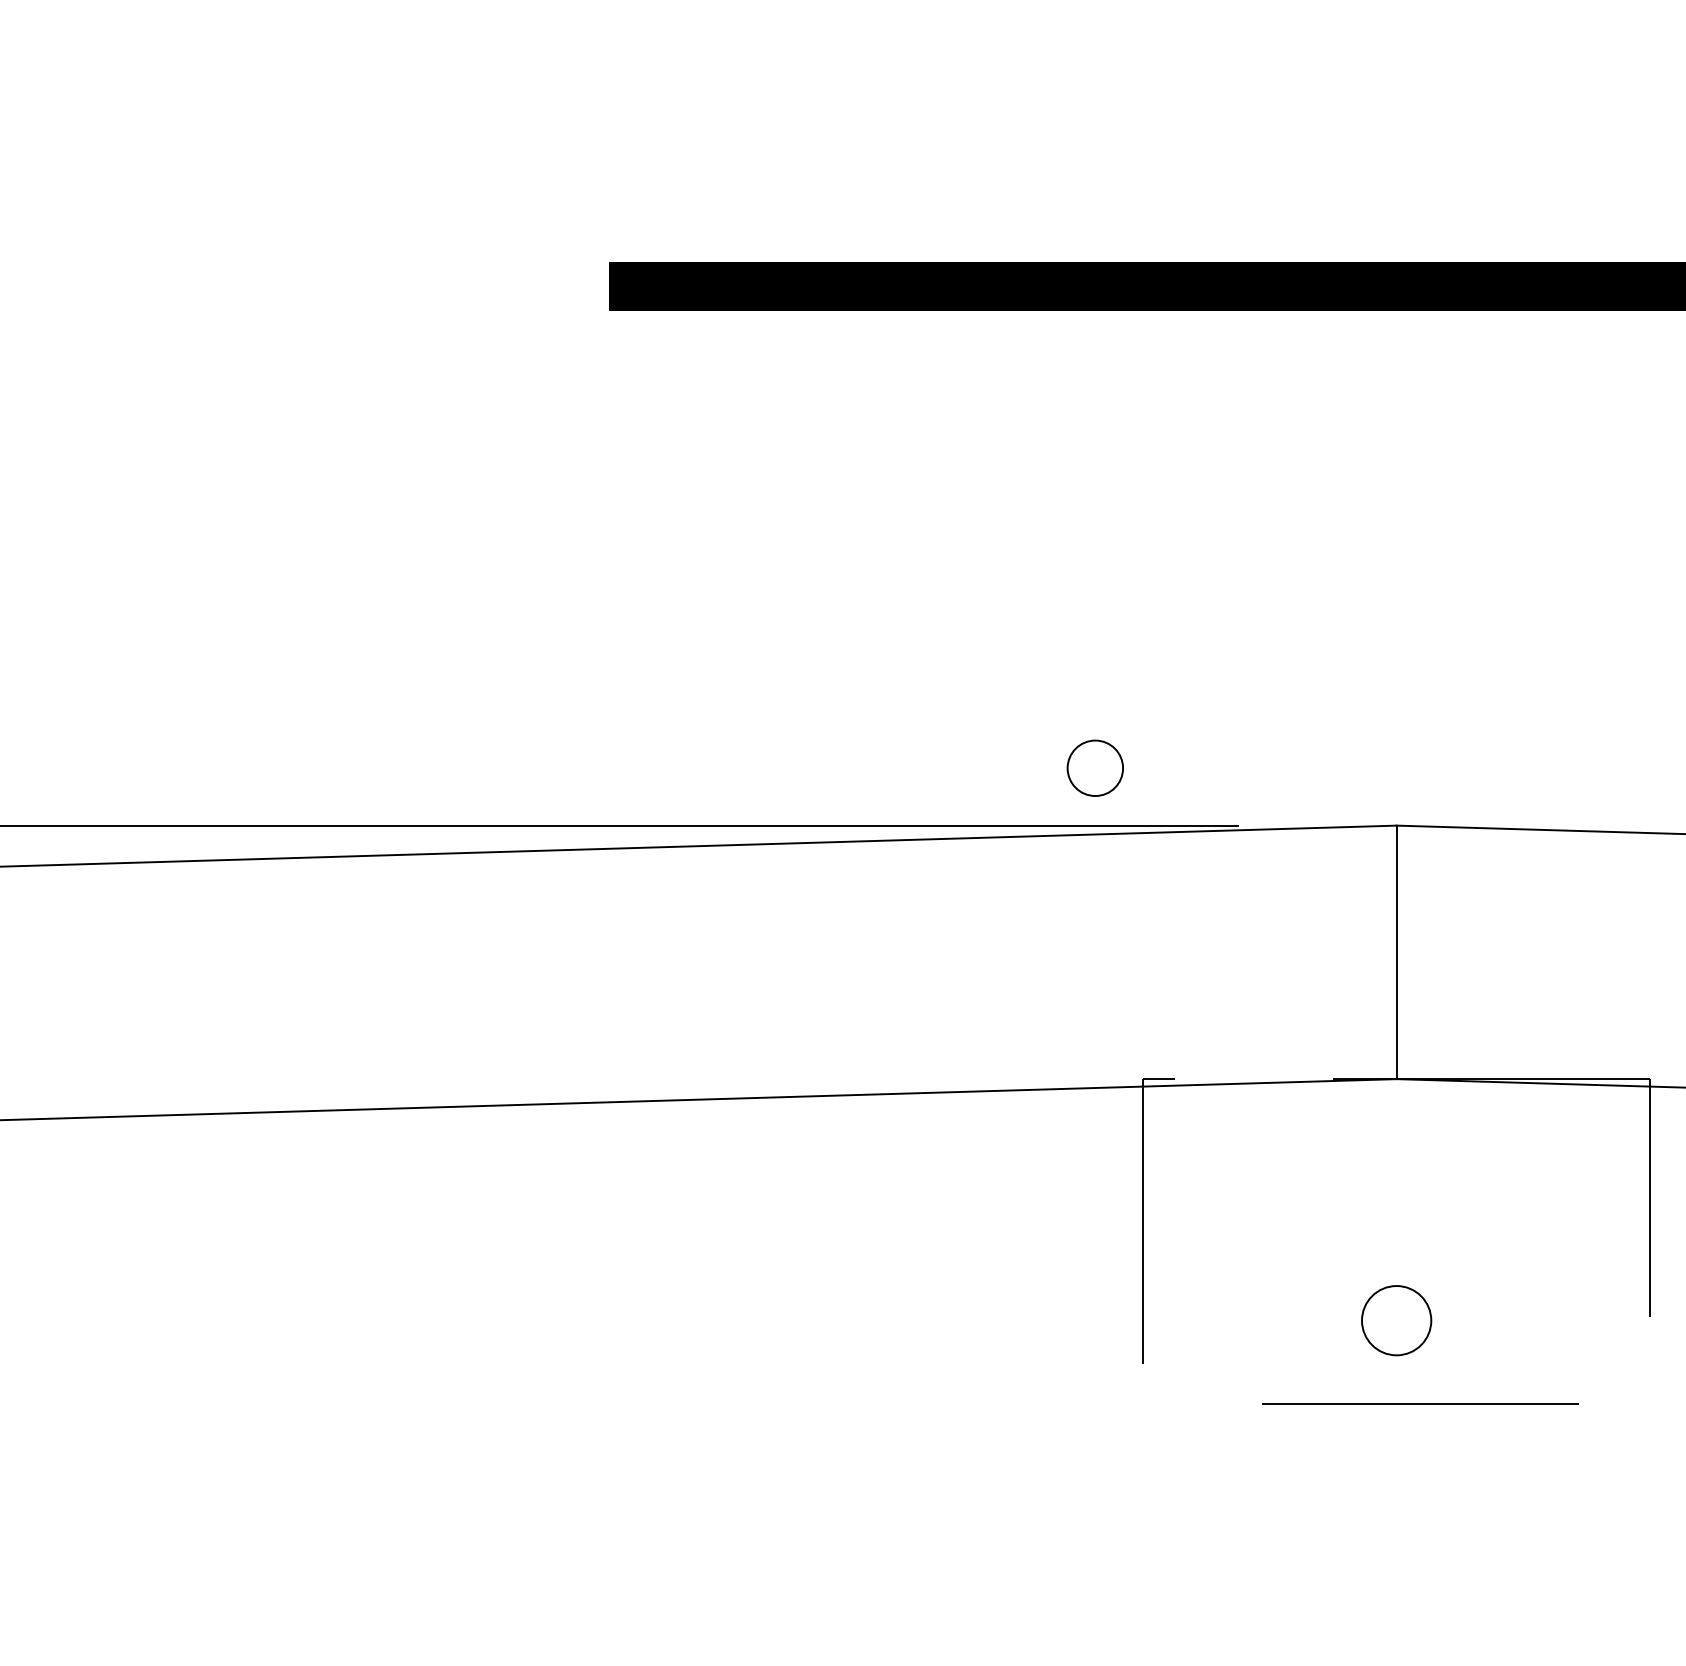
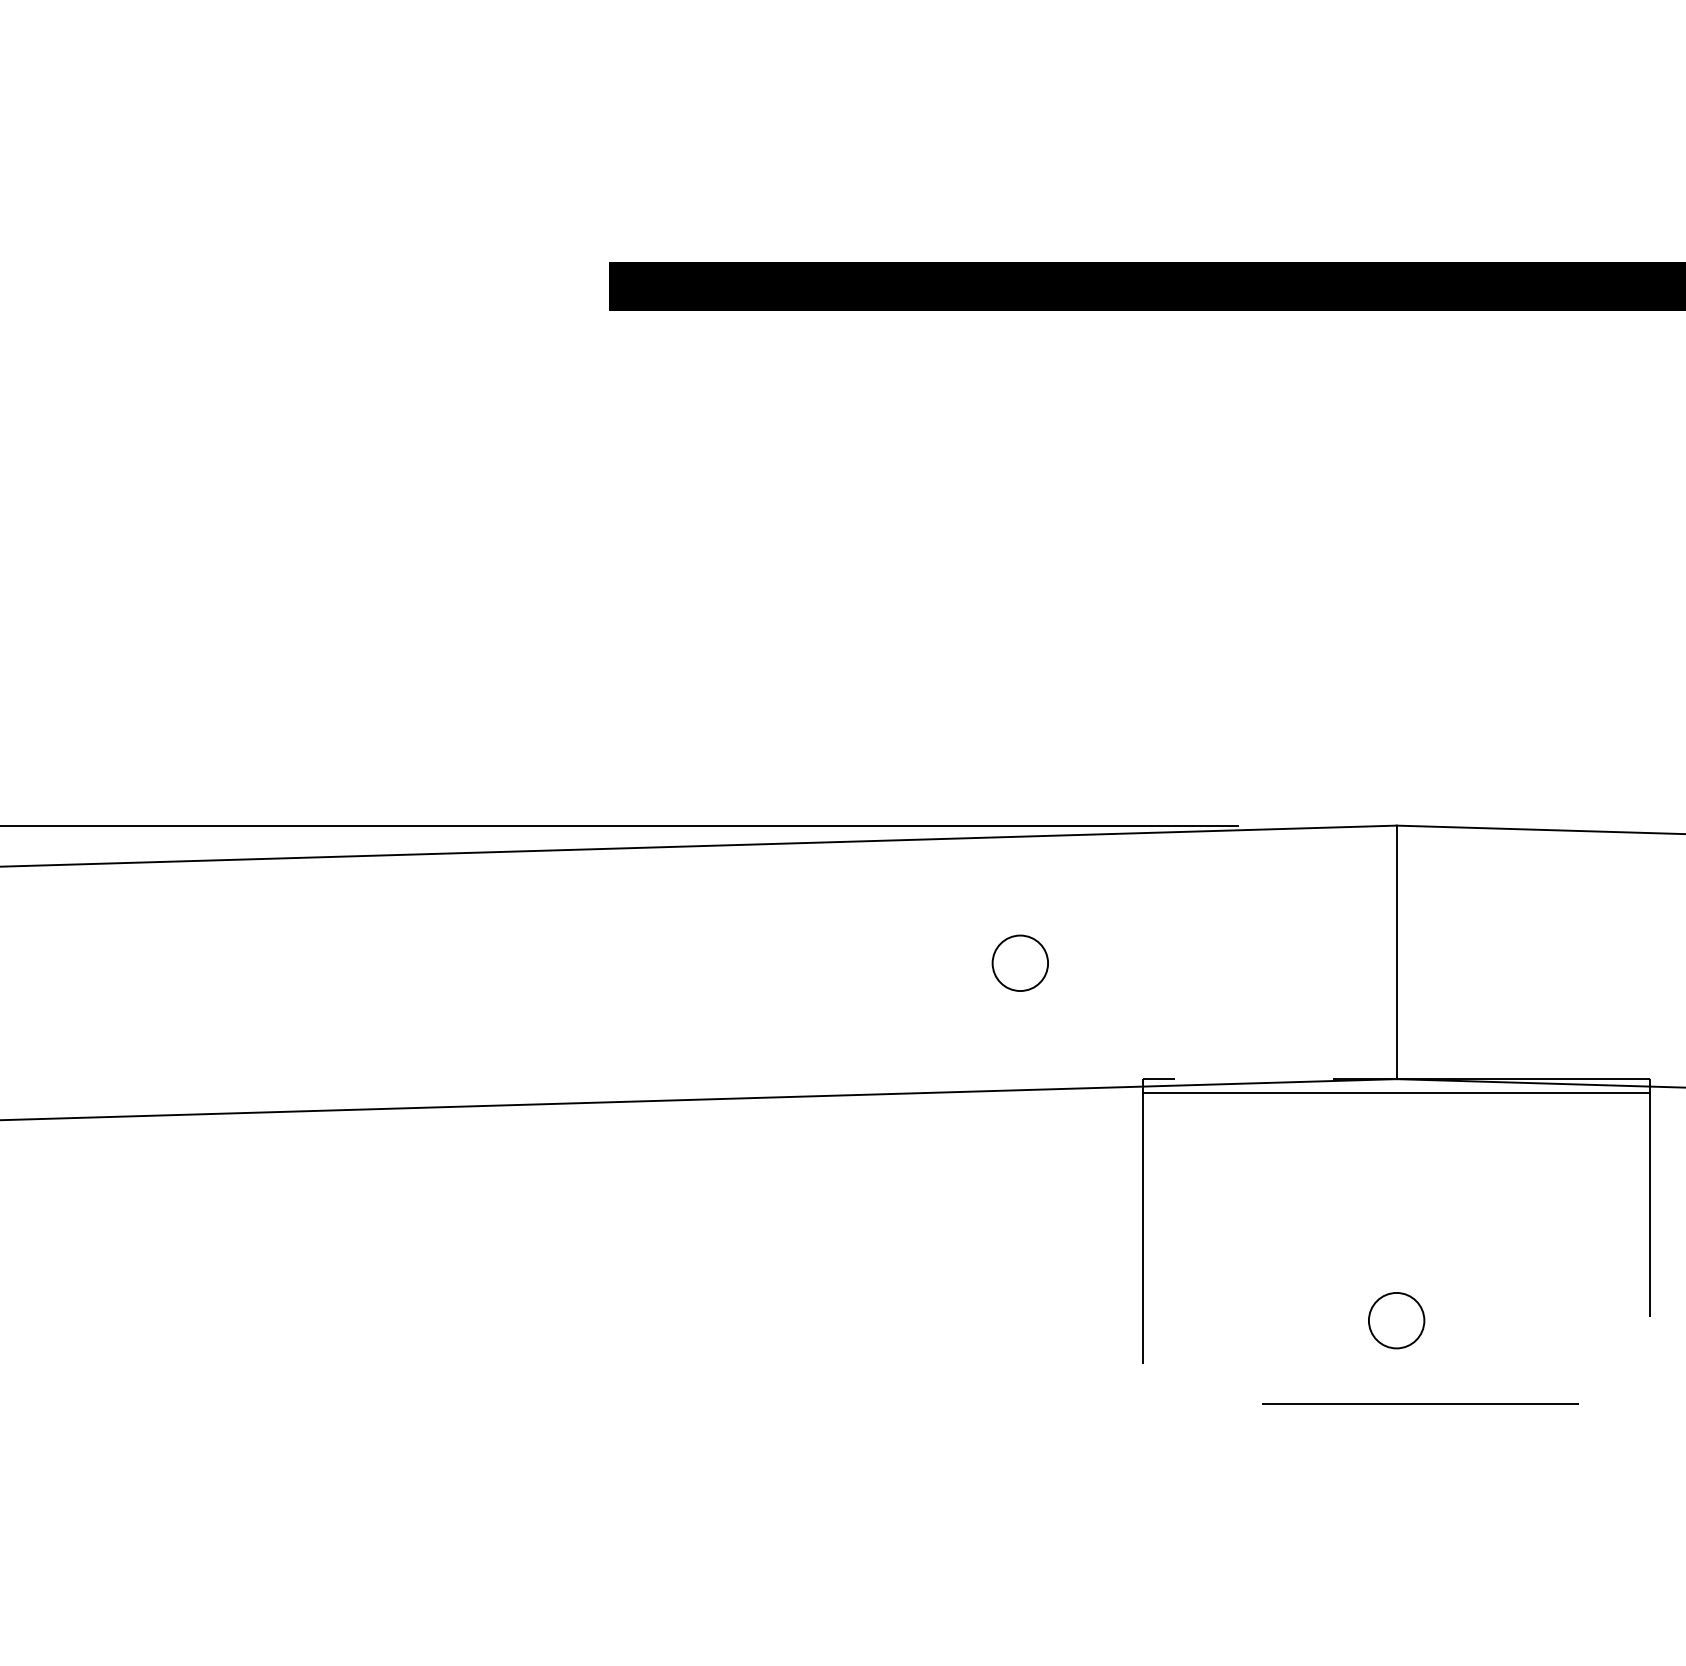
circle at (1094, 767) position: (1094, 767) -> (1019, 962)
line at (1396, 1092): none -> present
circle at (1396, 1320) diameter: 69 px -> 55 px
